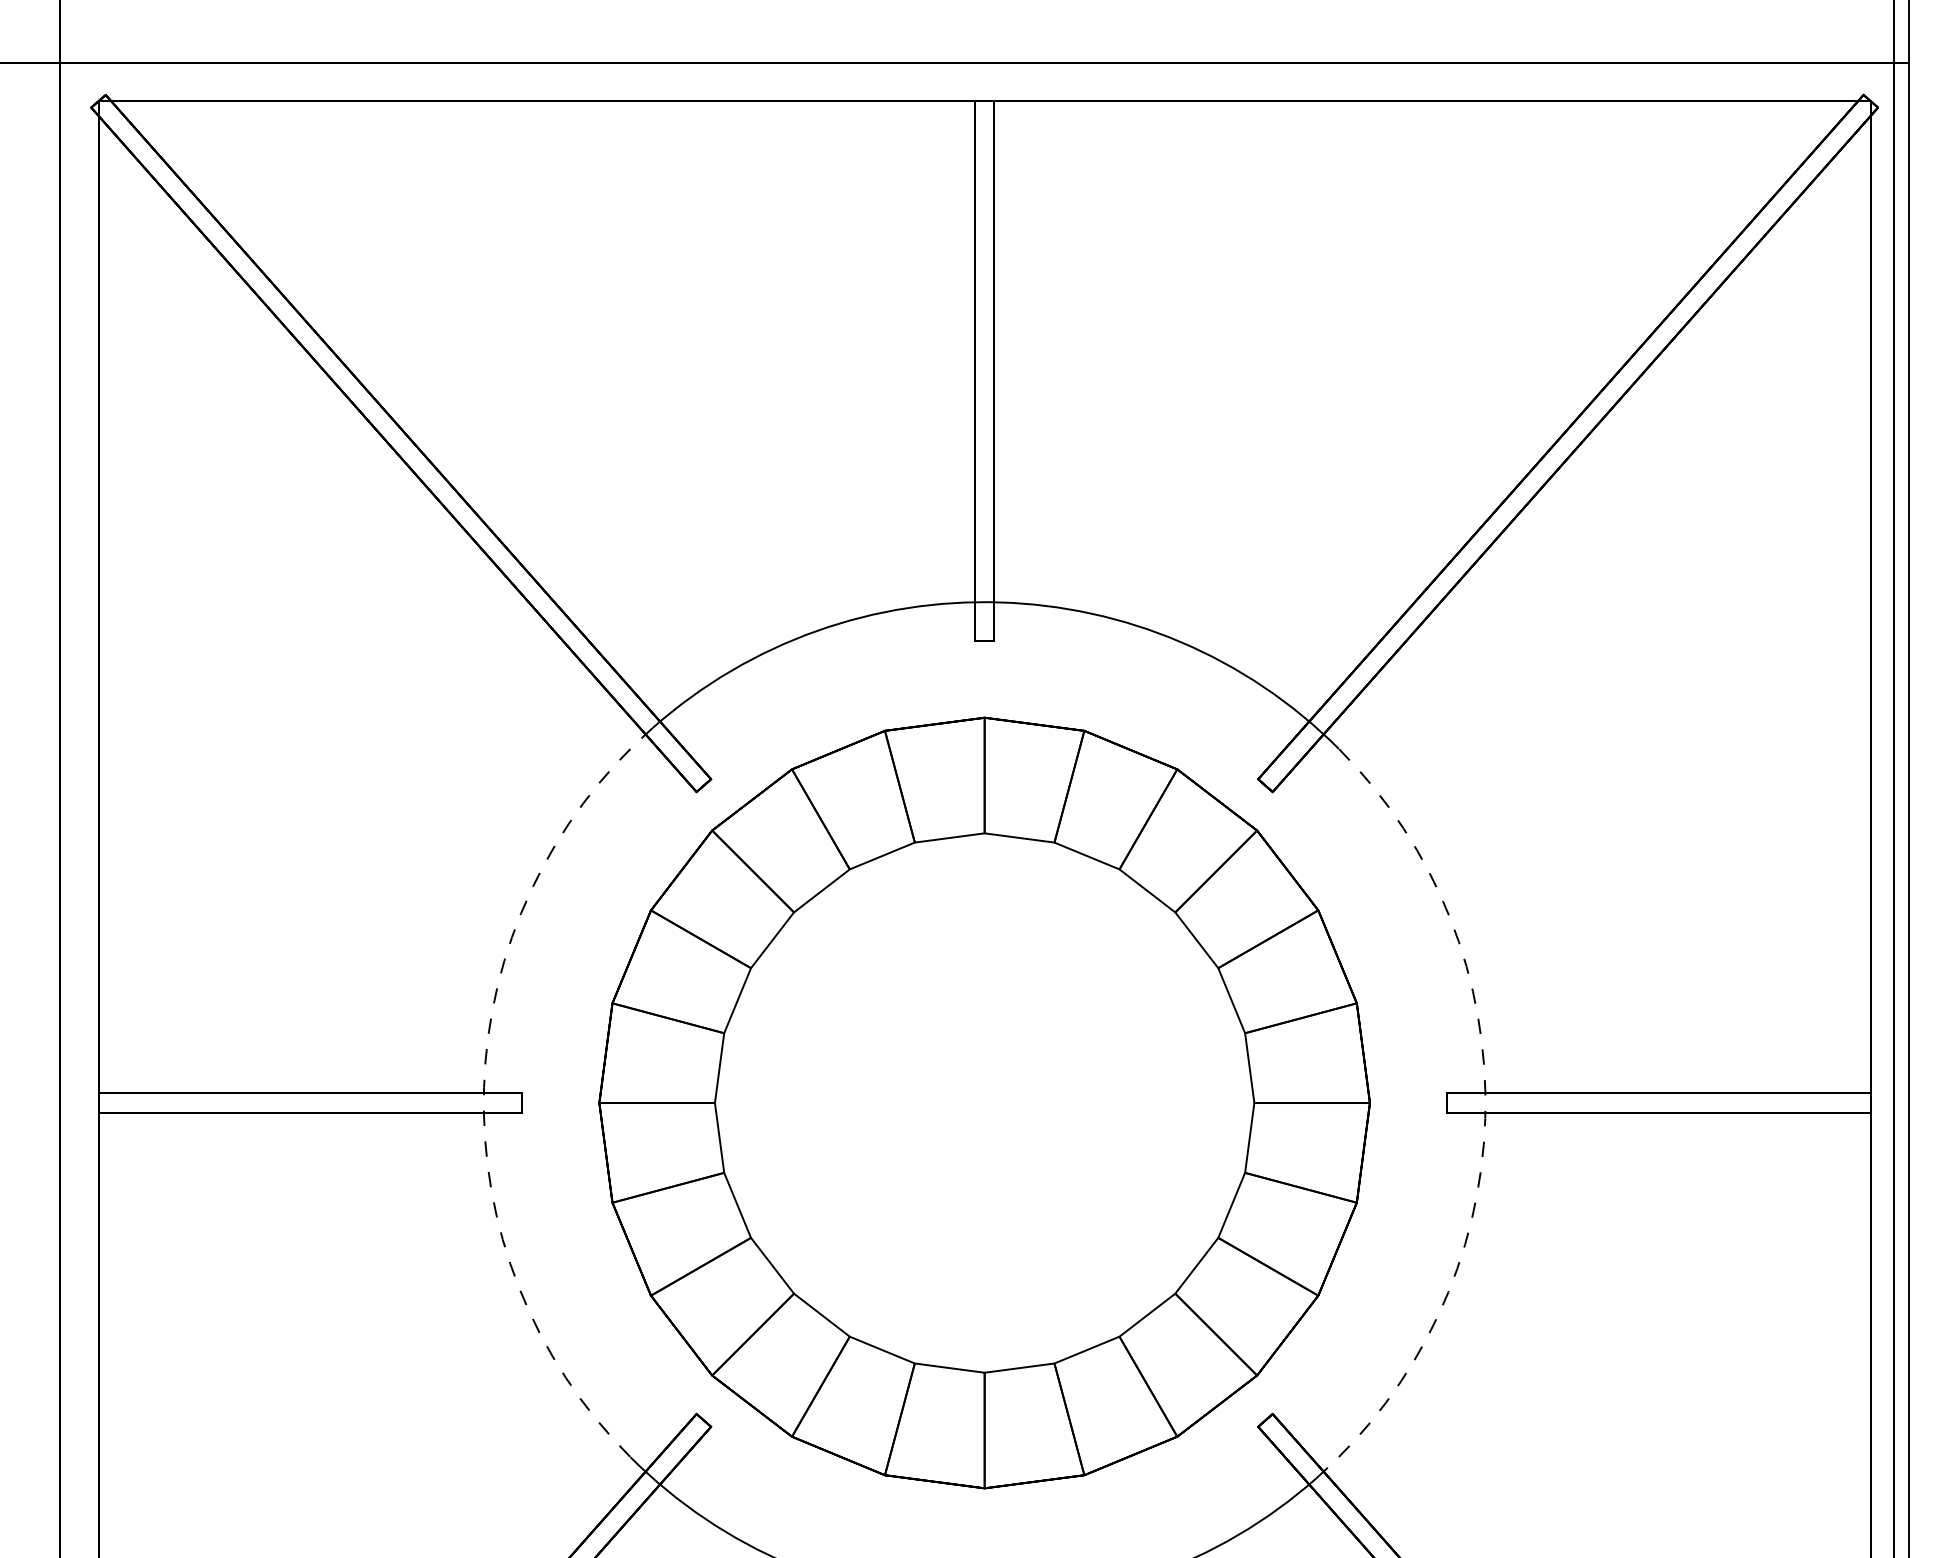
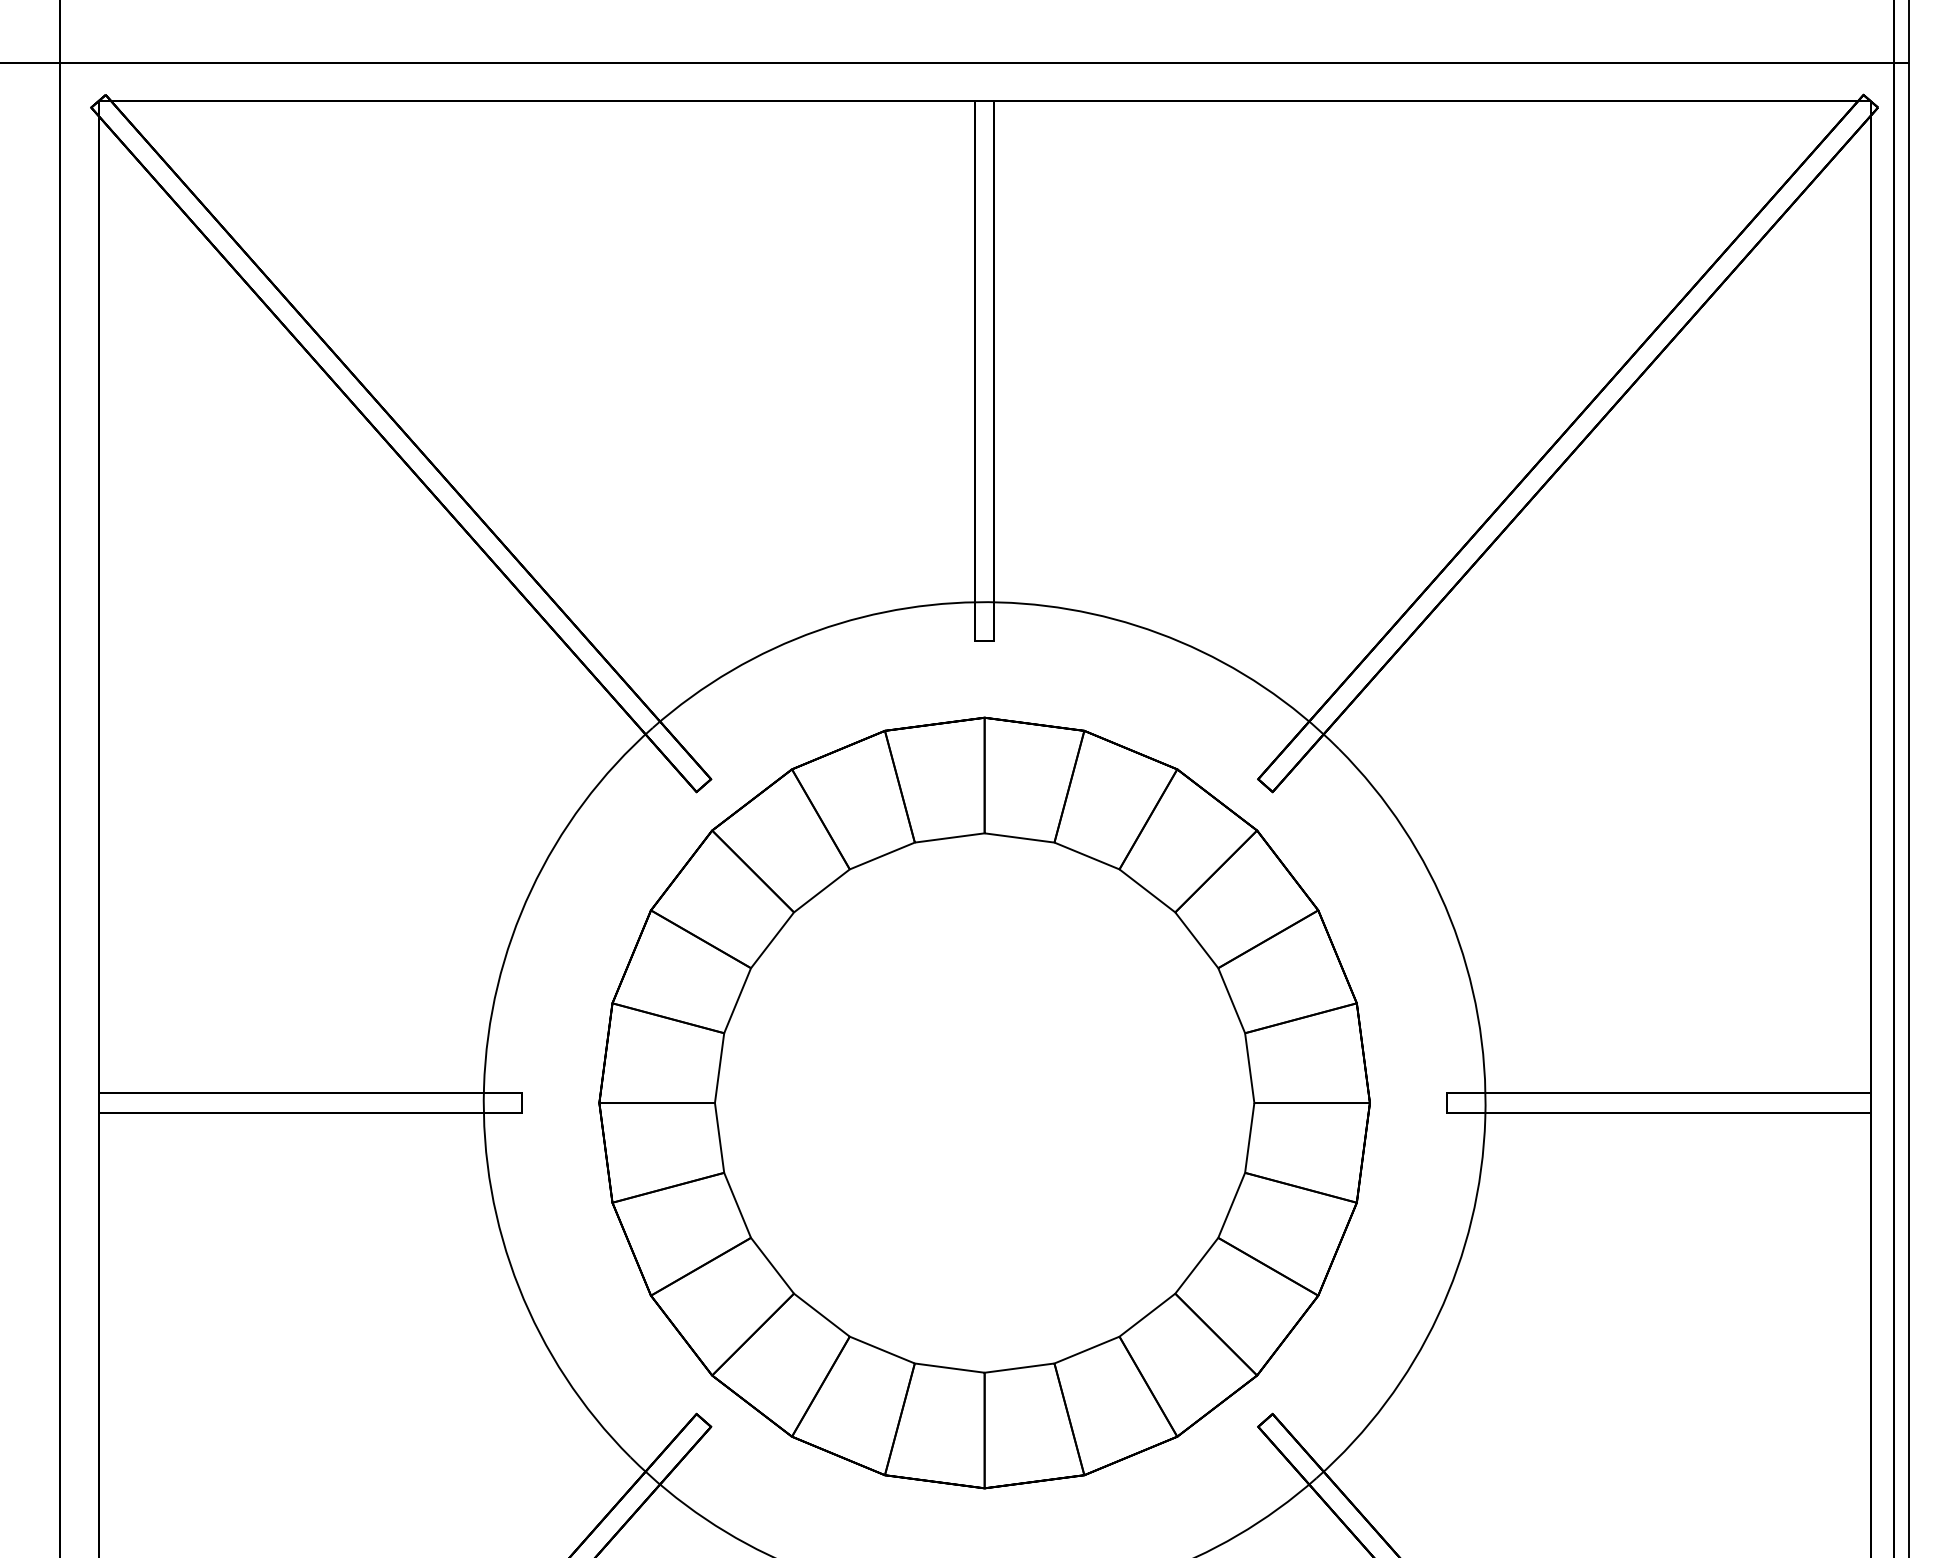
arc at (484, 1087): dashed -> solid
arc at (1485, 1118): dashed -> solid
